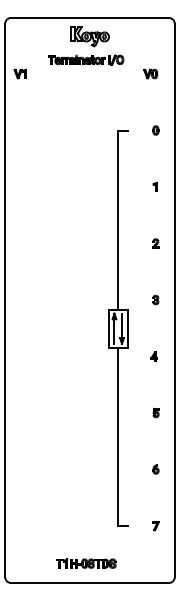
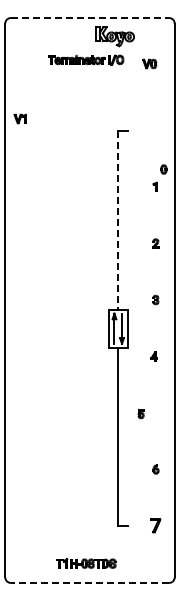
line at (90, 18): solid -> dashed
part at (89, 36) position: (89, 36) -> (114, 36)
part at (19, 73) position: (19, 73) -> (19, 118)
part at (150, 73) position: (150, 73) -> (149, 63)
part at (155, 130) position: (155, 130) -> (163, 169)
line at (118, 220): solid -> dashed
part at (155, 413) position: (155, 413) -> (140, 414)
part at (155, 526) size: 8x11 px -> 12x16 px
line at (89, 582): solid -> dashed
